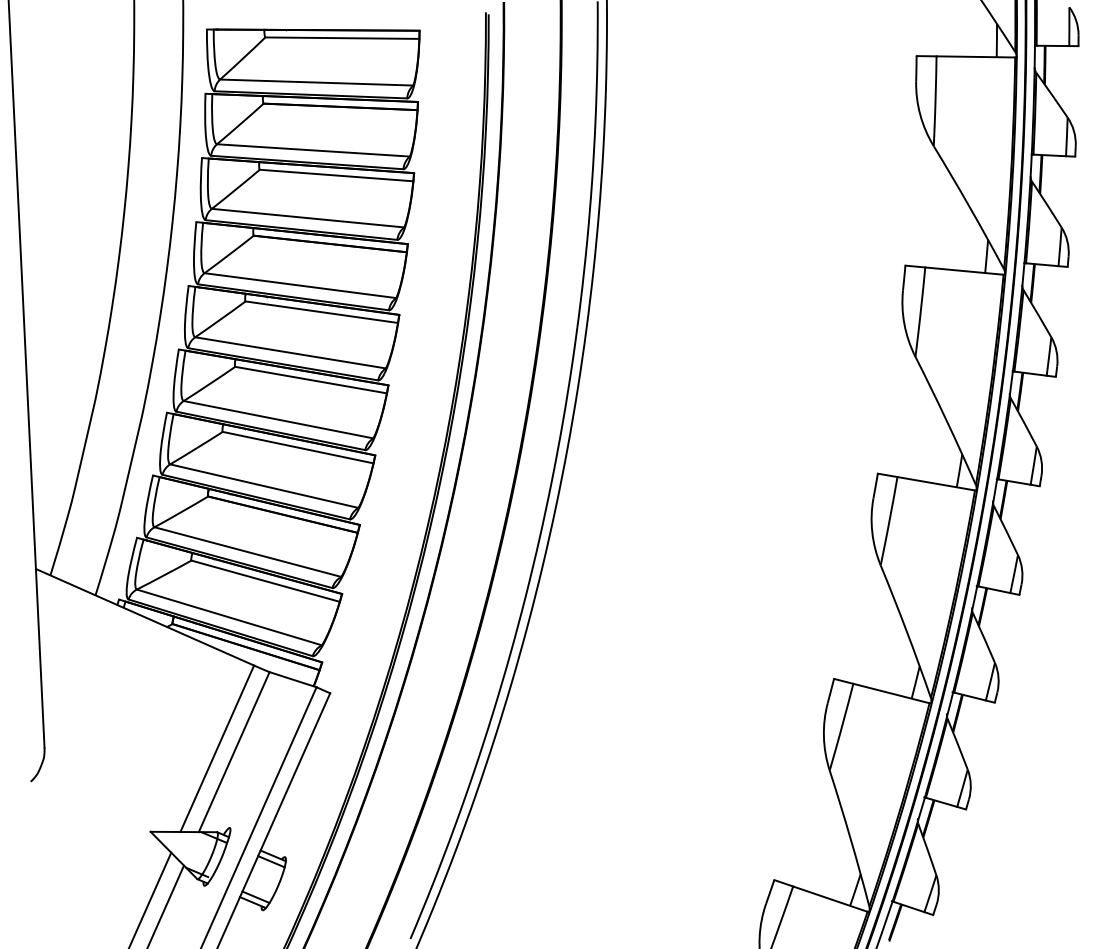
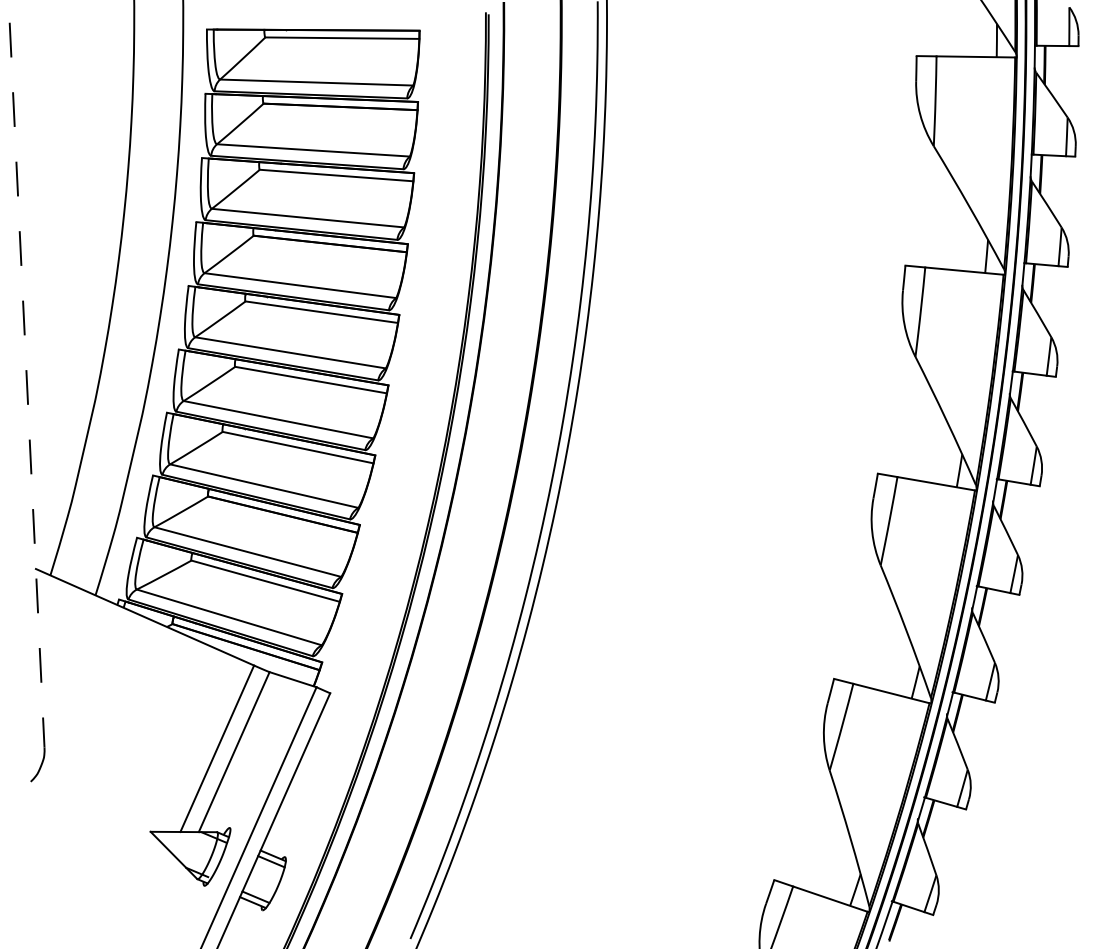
line at (26, 373): solid -> dashed
line at (150, 898): present -> none
line at (166, 905): present -> none
